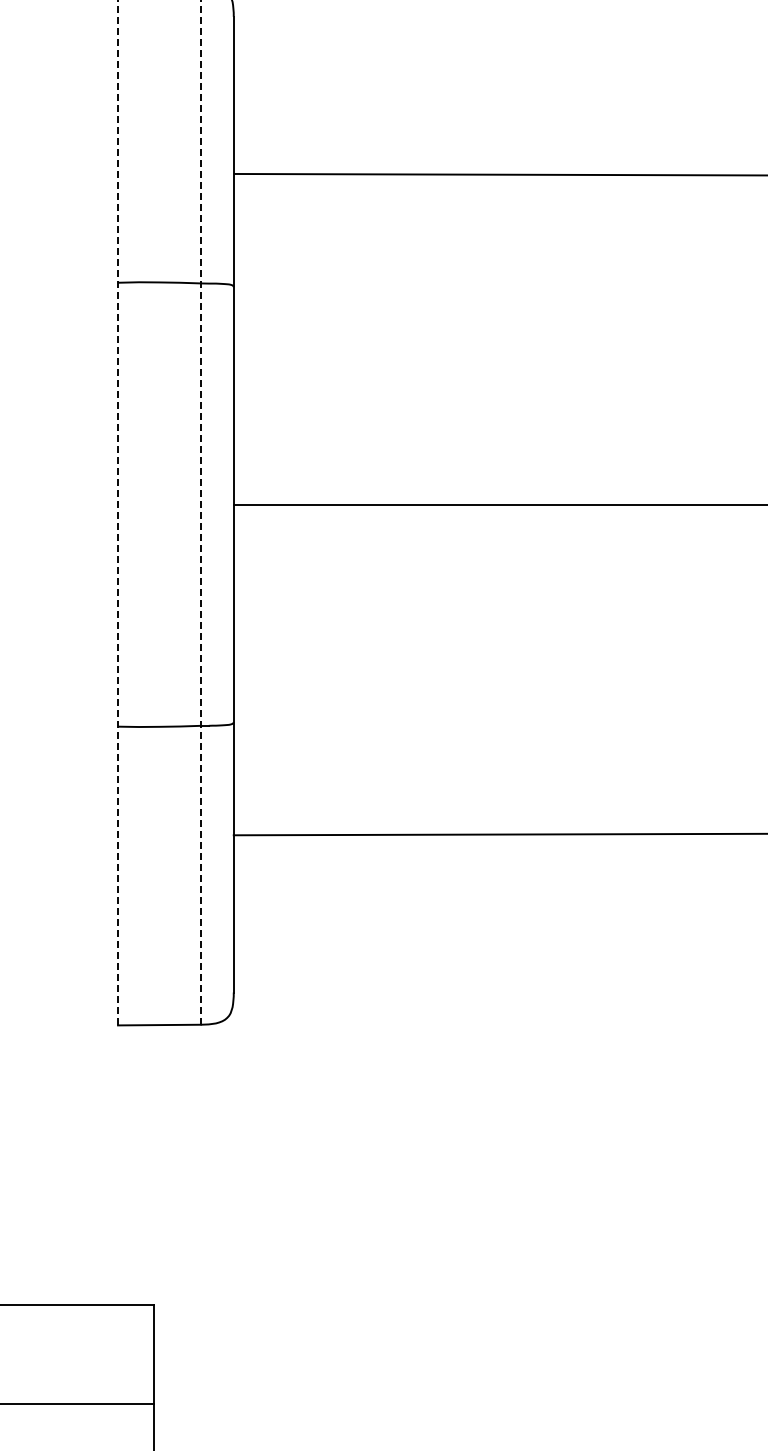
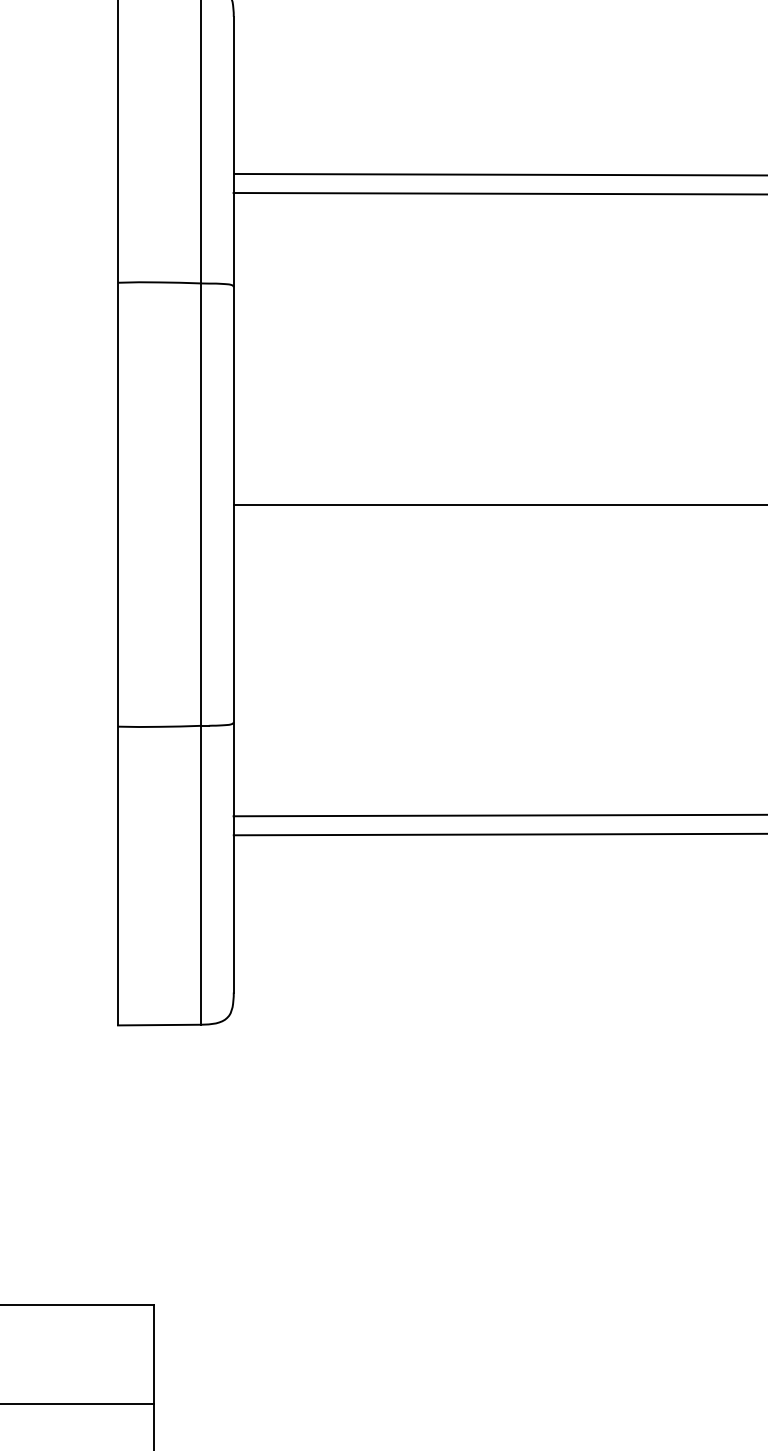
line at (498, 193): none -> present
line at (200, 512): dashed -> solid
line at (118, 513): dashed -> solid
line at (498, 815): none -> present
